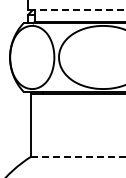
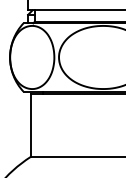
line at (76, 10): dashed -> solid
line at (78, 156): dashed -> solid
